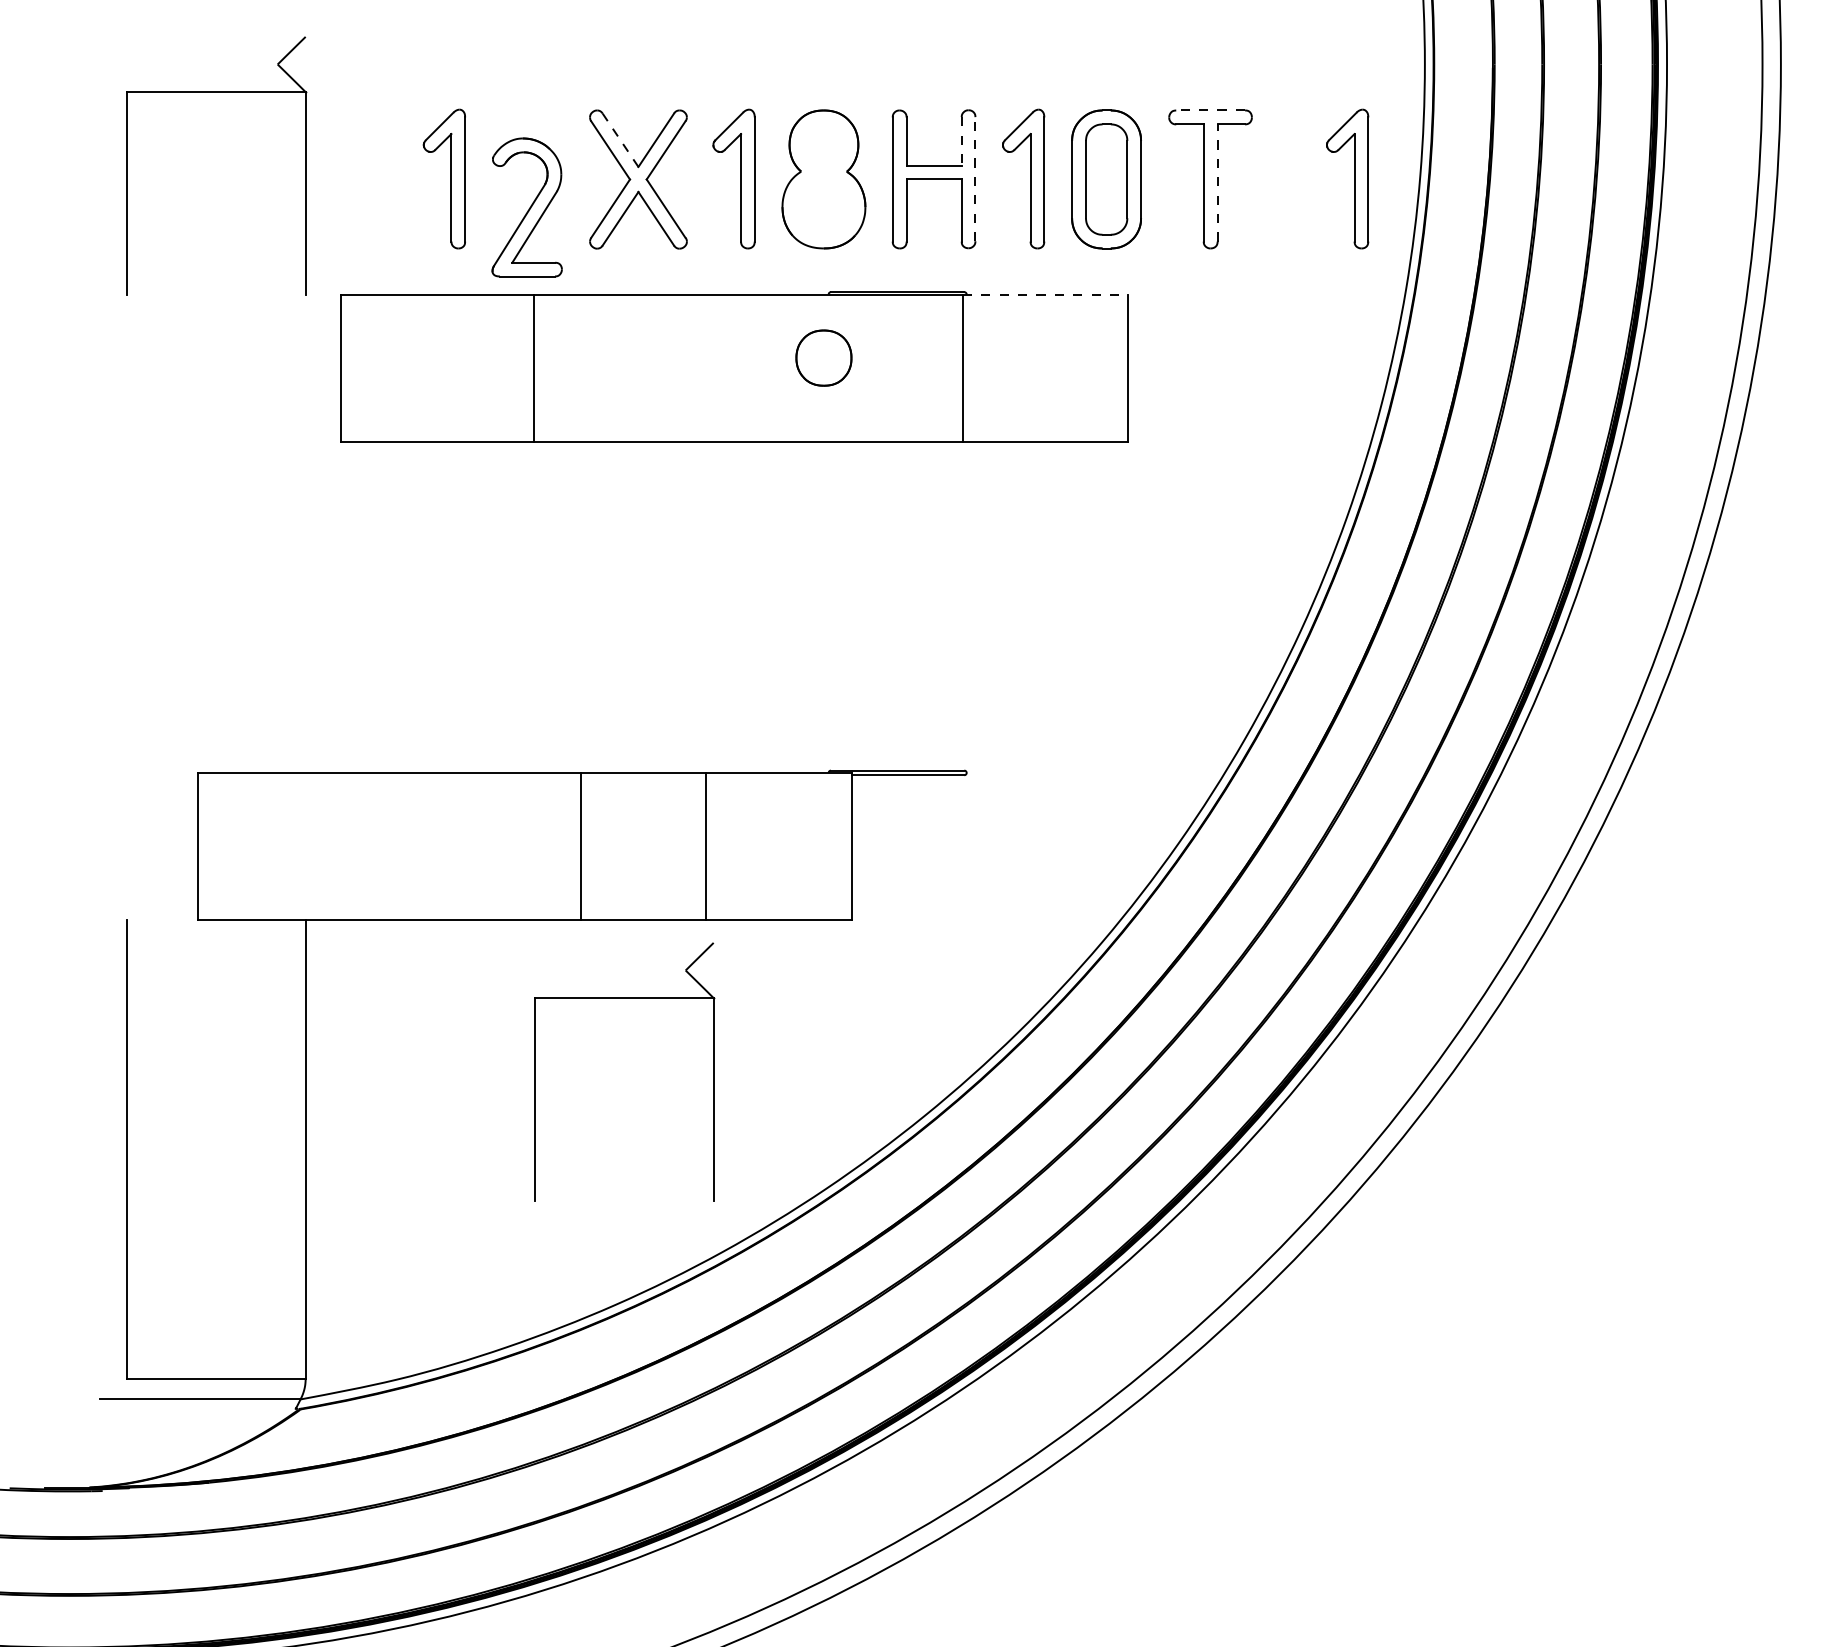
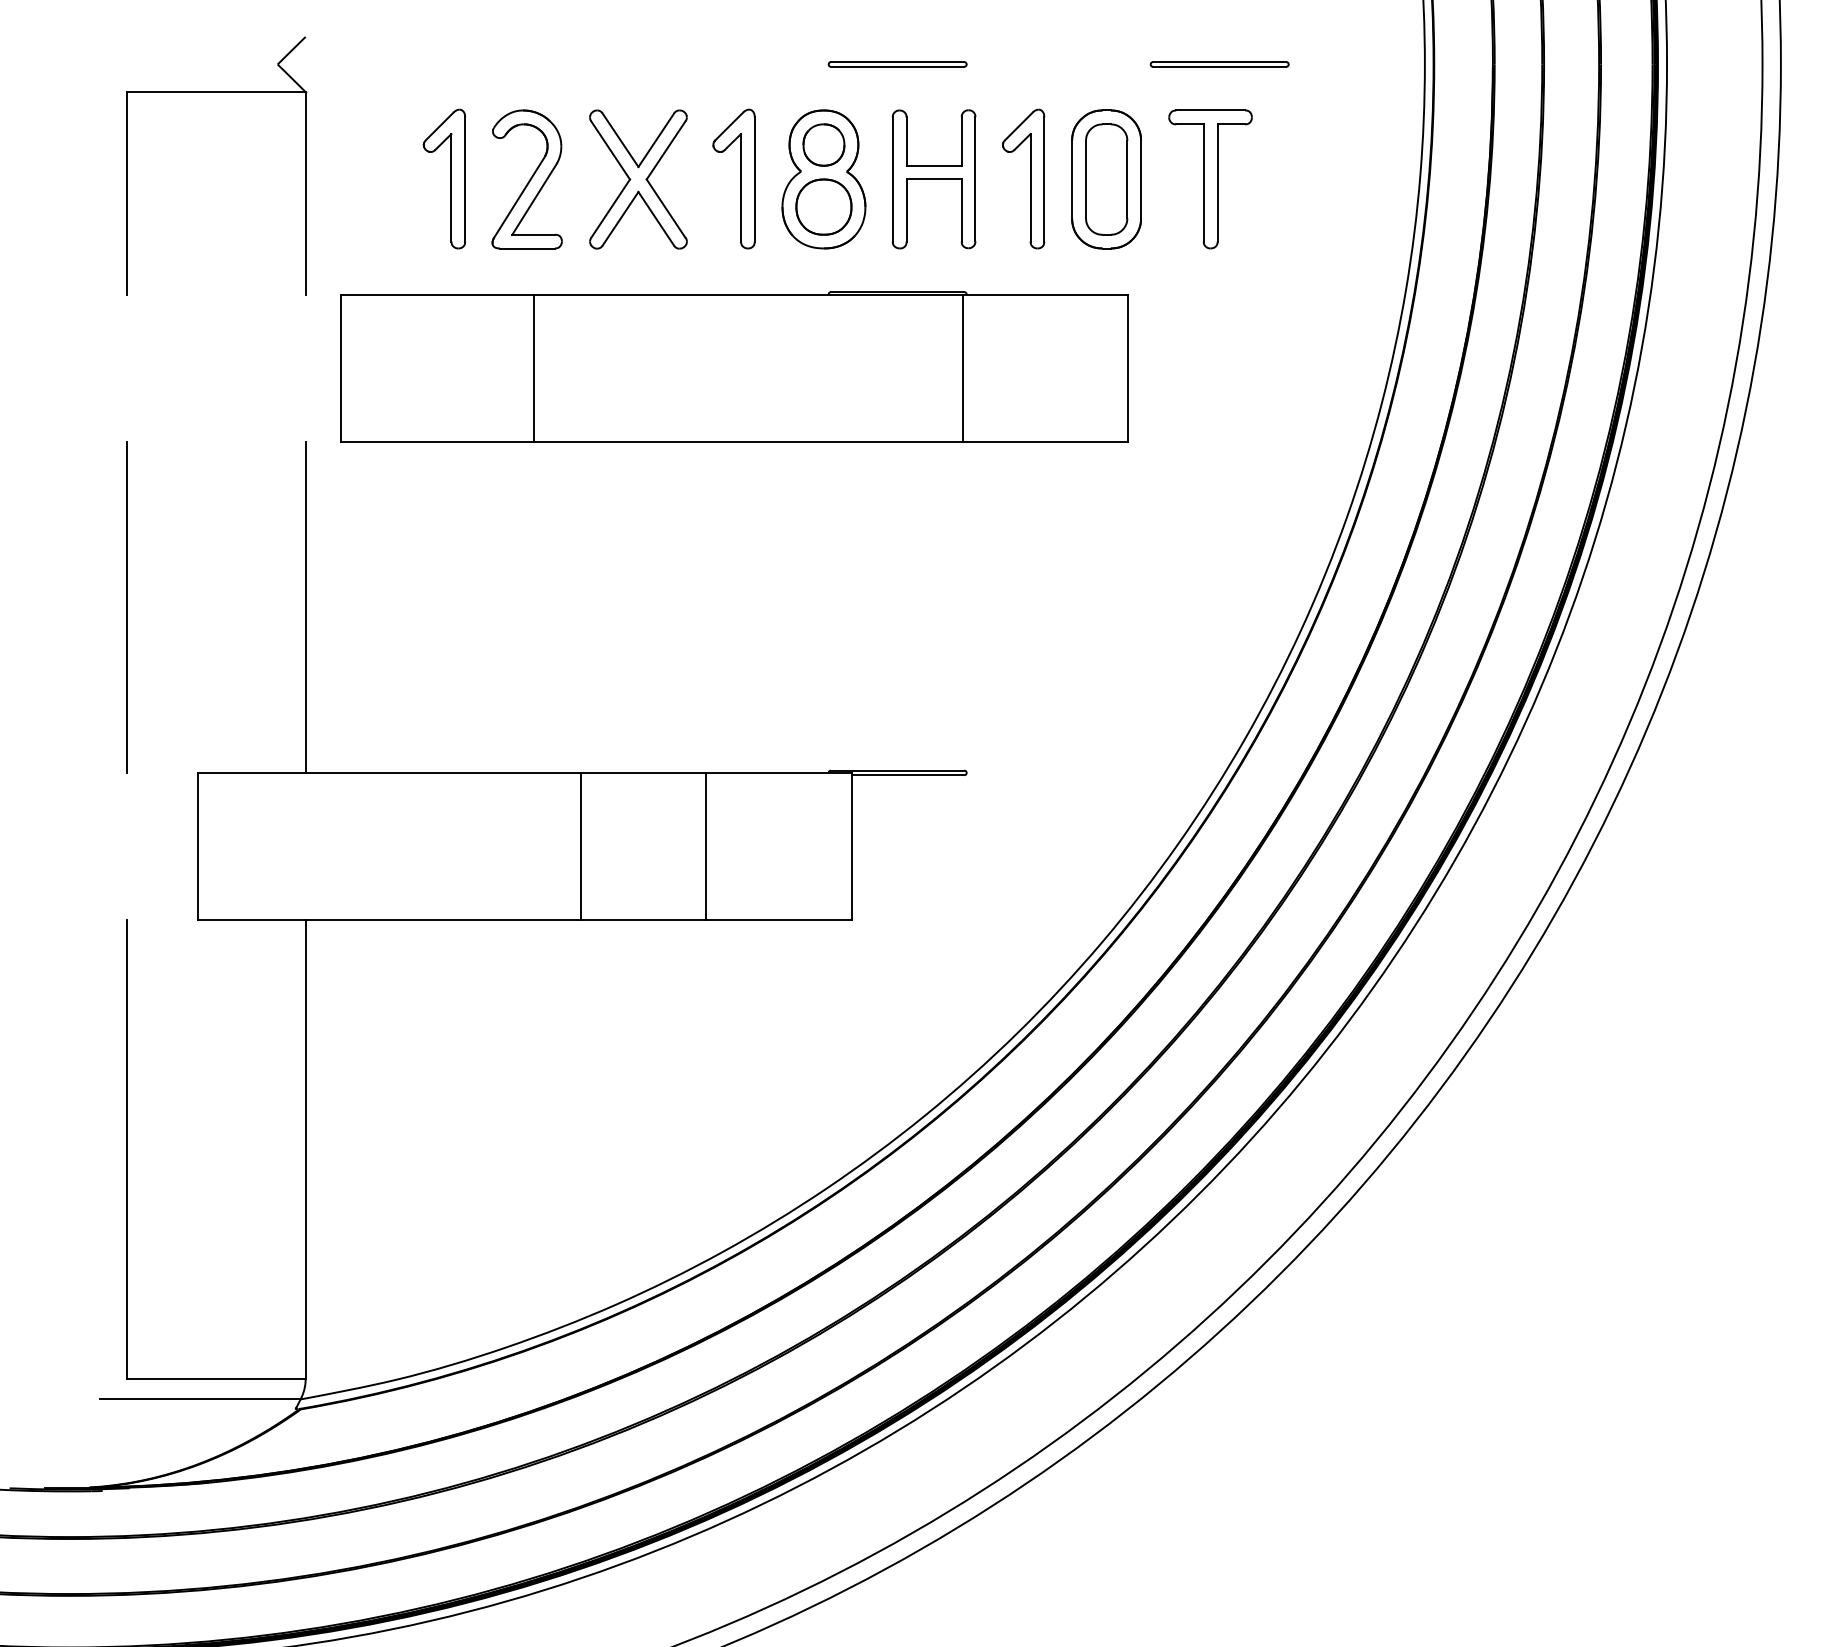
part at (897, 64): none -> present
part at (1219, 64): none -> present
line at (1210, 110): dashed -> solid
line at (620, 139): dashed -> solid
line at (961, 141): dashed -> solid
part at (823, 144): none -> present
line at (975, 178): dashed -> solid
part at (1354, 178): present -> none
line at (1217, 183): dashed -> solid
part at (526, 207) position: (526, 207) -> (526, 179)
line at (1045, 294): dashed -> solid
part at (823, 357) position: (823, 357) -> (823, 206)
line at (126, 606): none -> present
line at (305, 606): none -> present
part at (624, 998): present -> none
